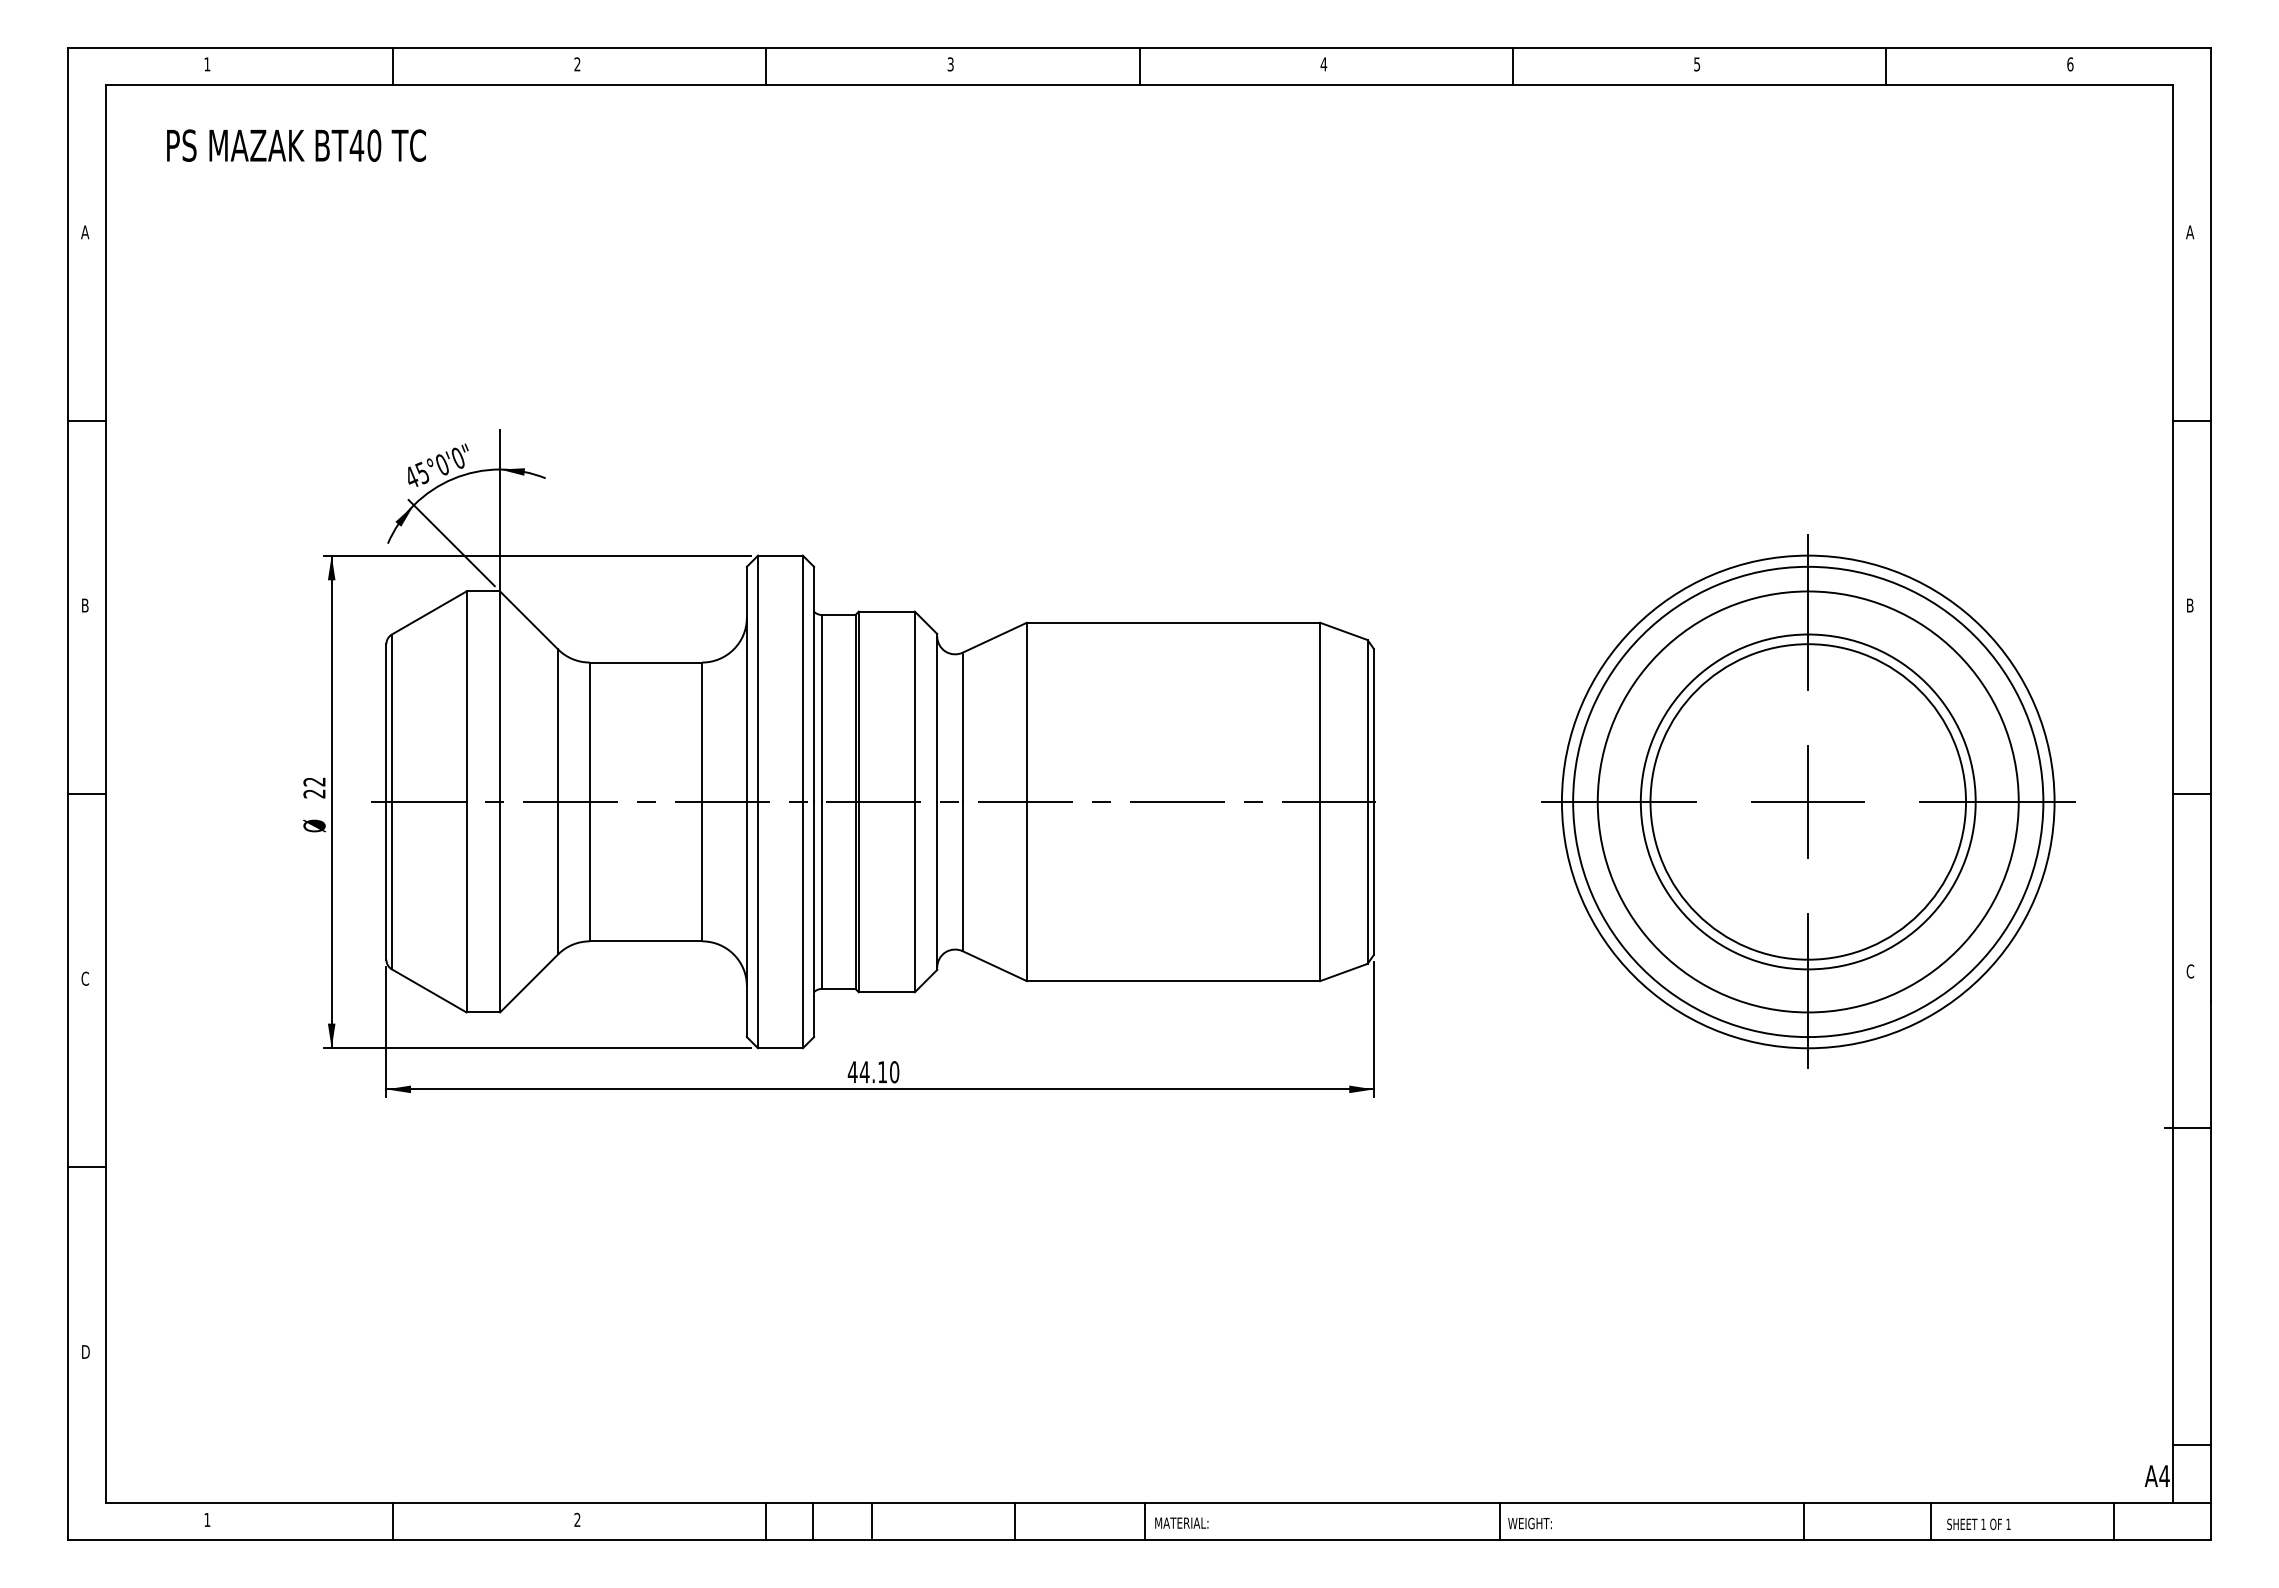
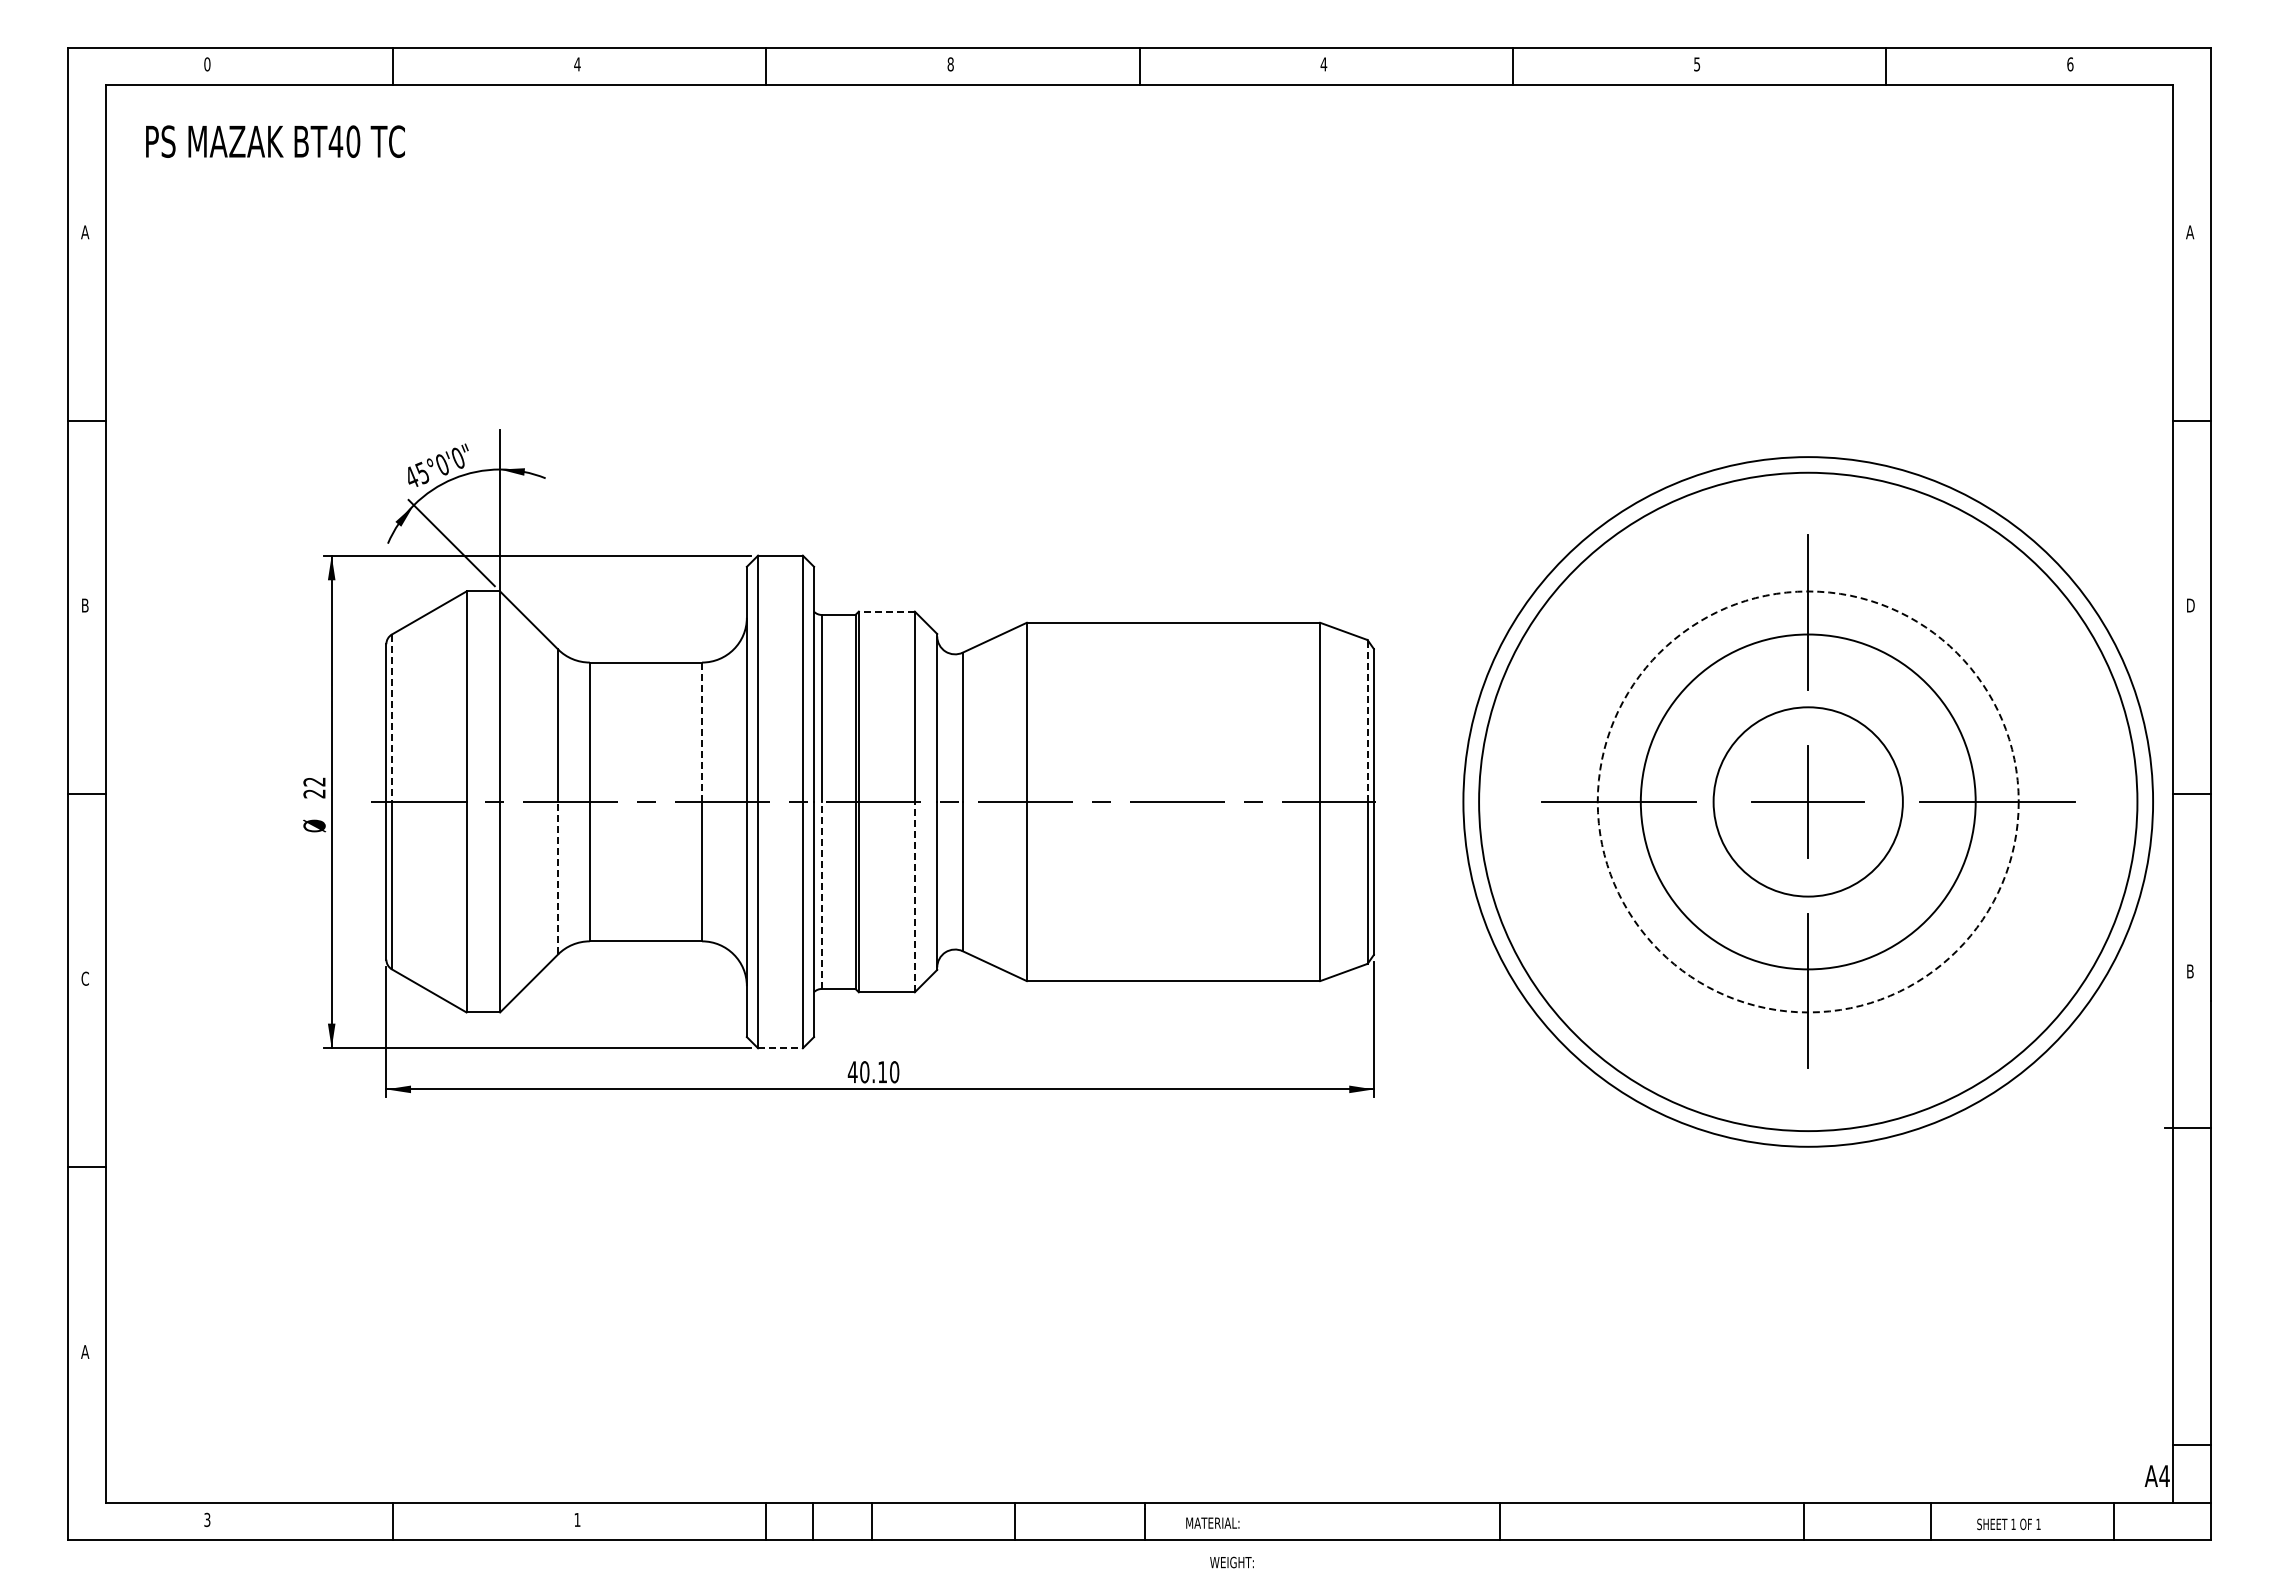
text at (207, 64): 1 -> 0
text at (577, 64): 2 -> 4
text at (950, 64): 3 -> 8
text at (296, 145) position: (296, 145) -> (275, 141)
text at (2191, 605): B -> D
line at (886, 611): solid -> dashed
line at (391, 718): solid -> dashed
line at (1367, 721): solid -> dashed
line at (702, 732): solid -> dashed
circle at (1807, 801) diameter: 493 px -> 690 px
circle at (1807, 801): solid -> dashed
circle at (1808, 801) diameter: 315 px -> 189 px
circle at (1808, 801) diameter: 470 px -> 658 px
line at (558, 877): solid -> dashed
line at (821, 894): solid -> dashed
line at (914, 896): solid -> dashed
text at (2190, 971): C -> B
line at (780, 1048): solid -> dashed
text at (864, 1072): 44.10 -> 40.10
text at (85, 1351): D -> A
text at (207, 1519): 1 -> 3
text at (577, 1519): 2 -> 1
text at (1181, 1522) position: (1181, 1522) -> (1212, 1522)
text at (1529, 1523) position: (1529, 1523) -> (1231, 1562)
text at (1978, 1524) position: (1978, 1524) -> (2008, 1524)
